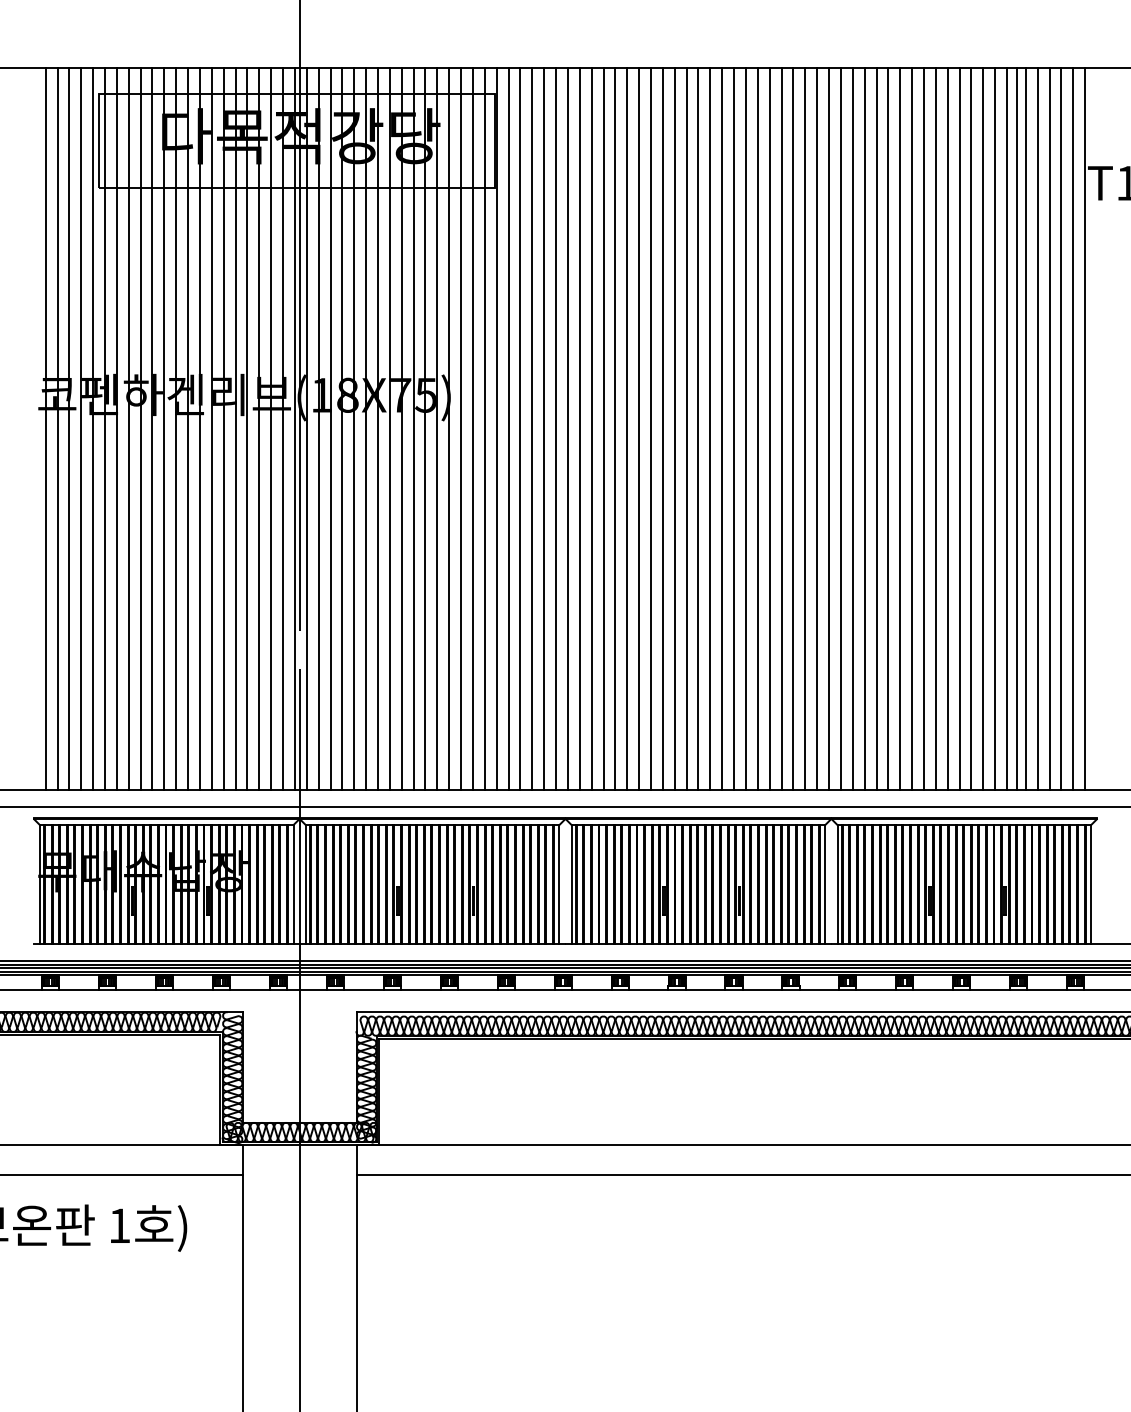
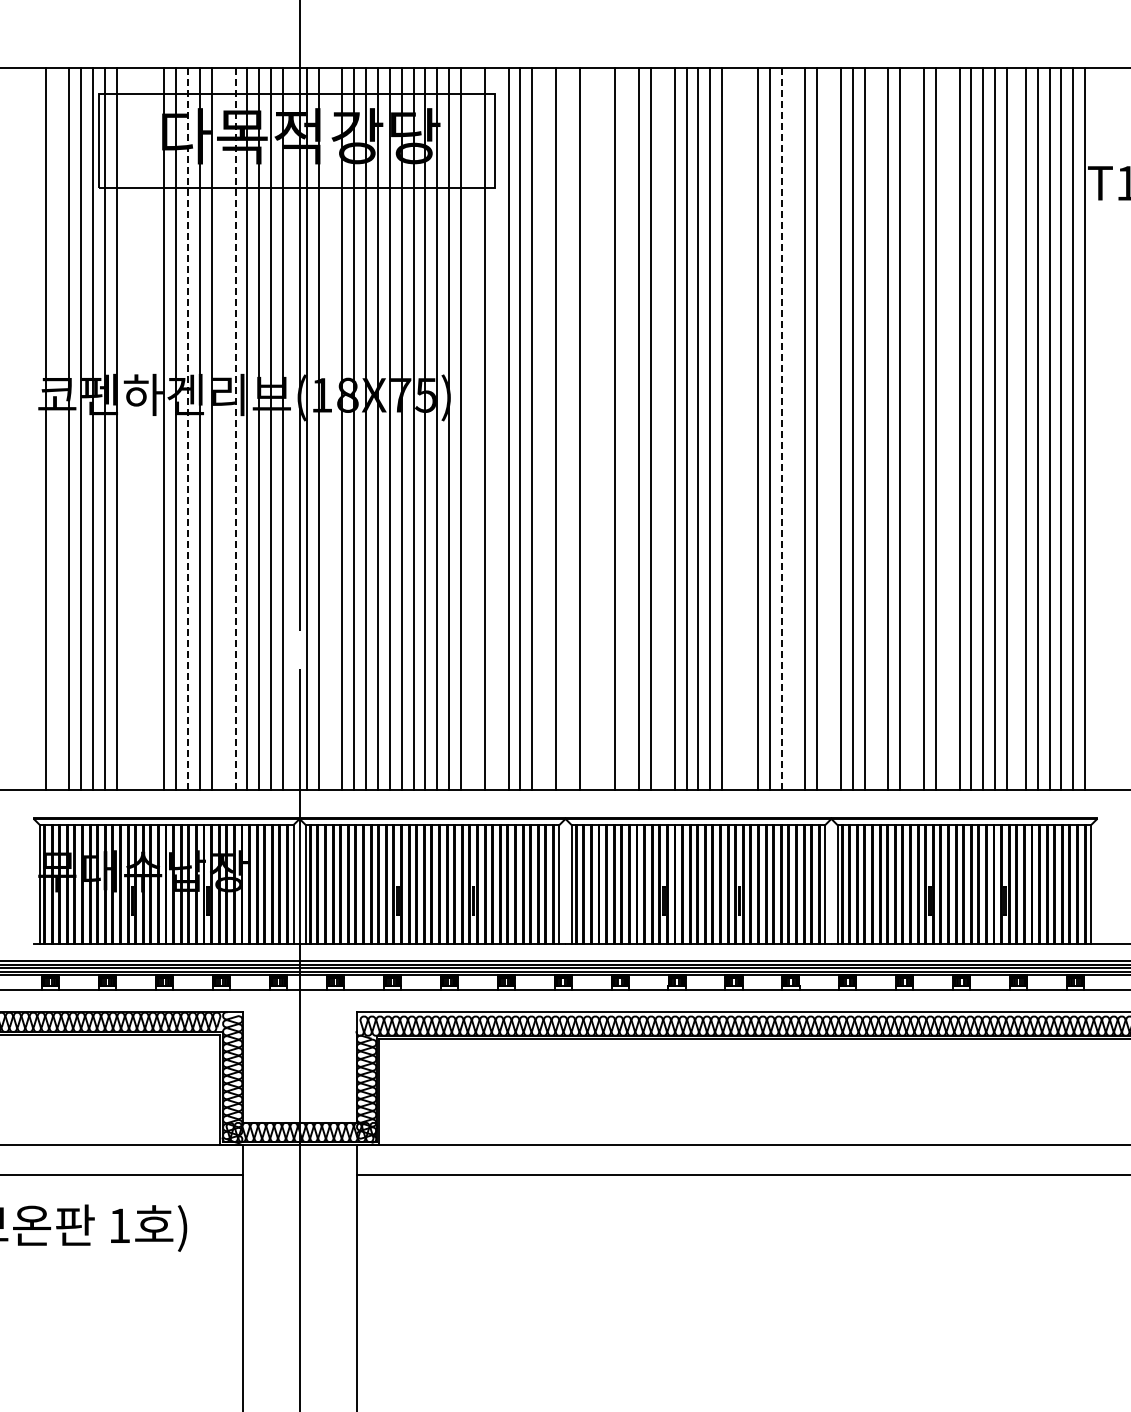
line at (57, 428): present -> none
line at (128, 428): present -> none
line at (140, 428): present -> none
line at (152, 428): present -> none
line at (188, 428): solid -> dashed
line at (223, 428): present -> none
line at (235, 428): solid -> dashed
line at (294, 428): present -> none
line at (330, 428): present -> none
line at (472, 428): present -> none
line at (496, 428): present -> none
line at (544, 428): present -> none
line at (567, 428): present -> none
line at (591, 428): present -> none
line at (603, 428): present -> none
line at (627, 428): present -> none
line at (662, 428): present -> none
line at (734, 428): present -> none
line at (745, 428): present -> none
line at (781, 428): solid -> dashed
line at (793, 428): present -> none
line at (829, 428): present -> none
line at (876, 428): present -> none
line at (912, 428): present -> none
line at (947, 428): present -> none
line at (1016, 428): present -> none
line at (564, 807): present -> none
